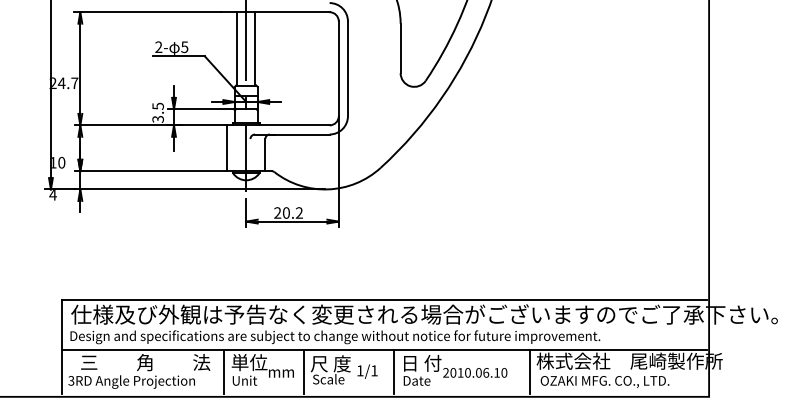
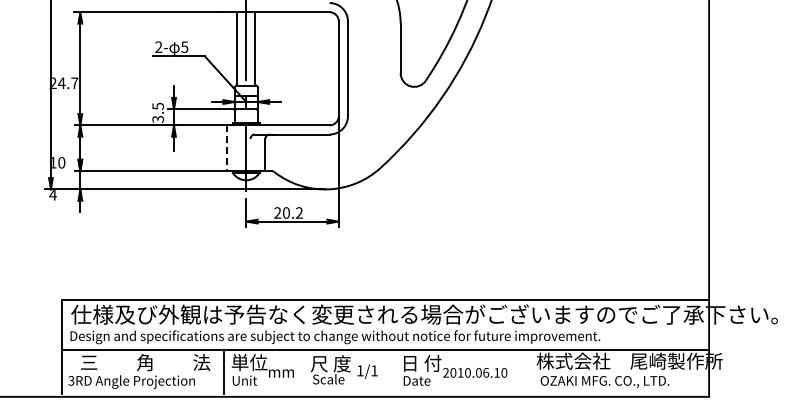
line at (226, 148): solid -> dashed
line at (304, 371): present -> none
line at (393, 371): present -> none
line at (529, 371): present -> none
